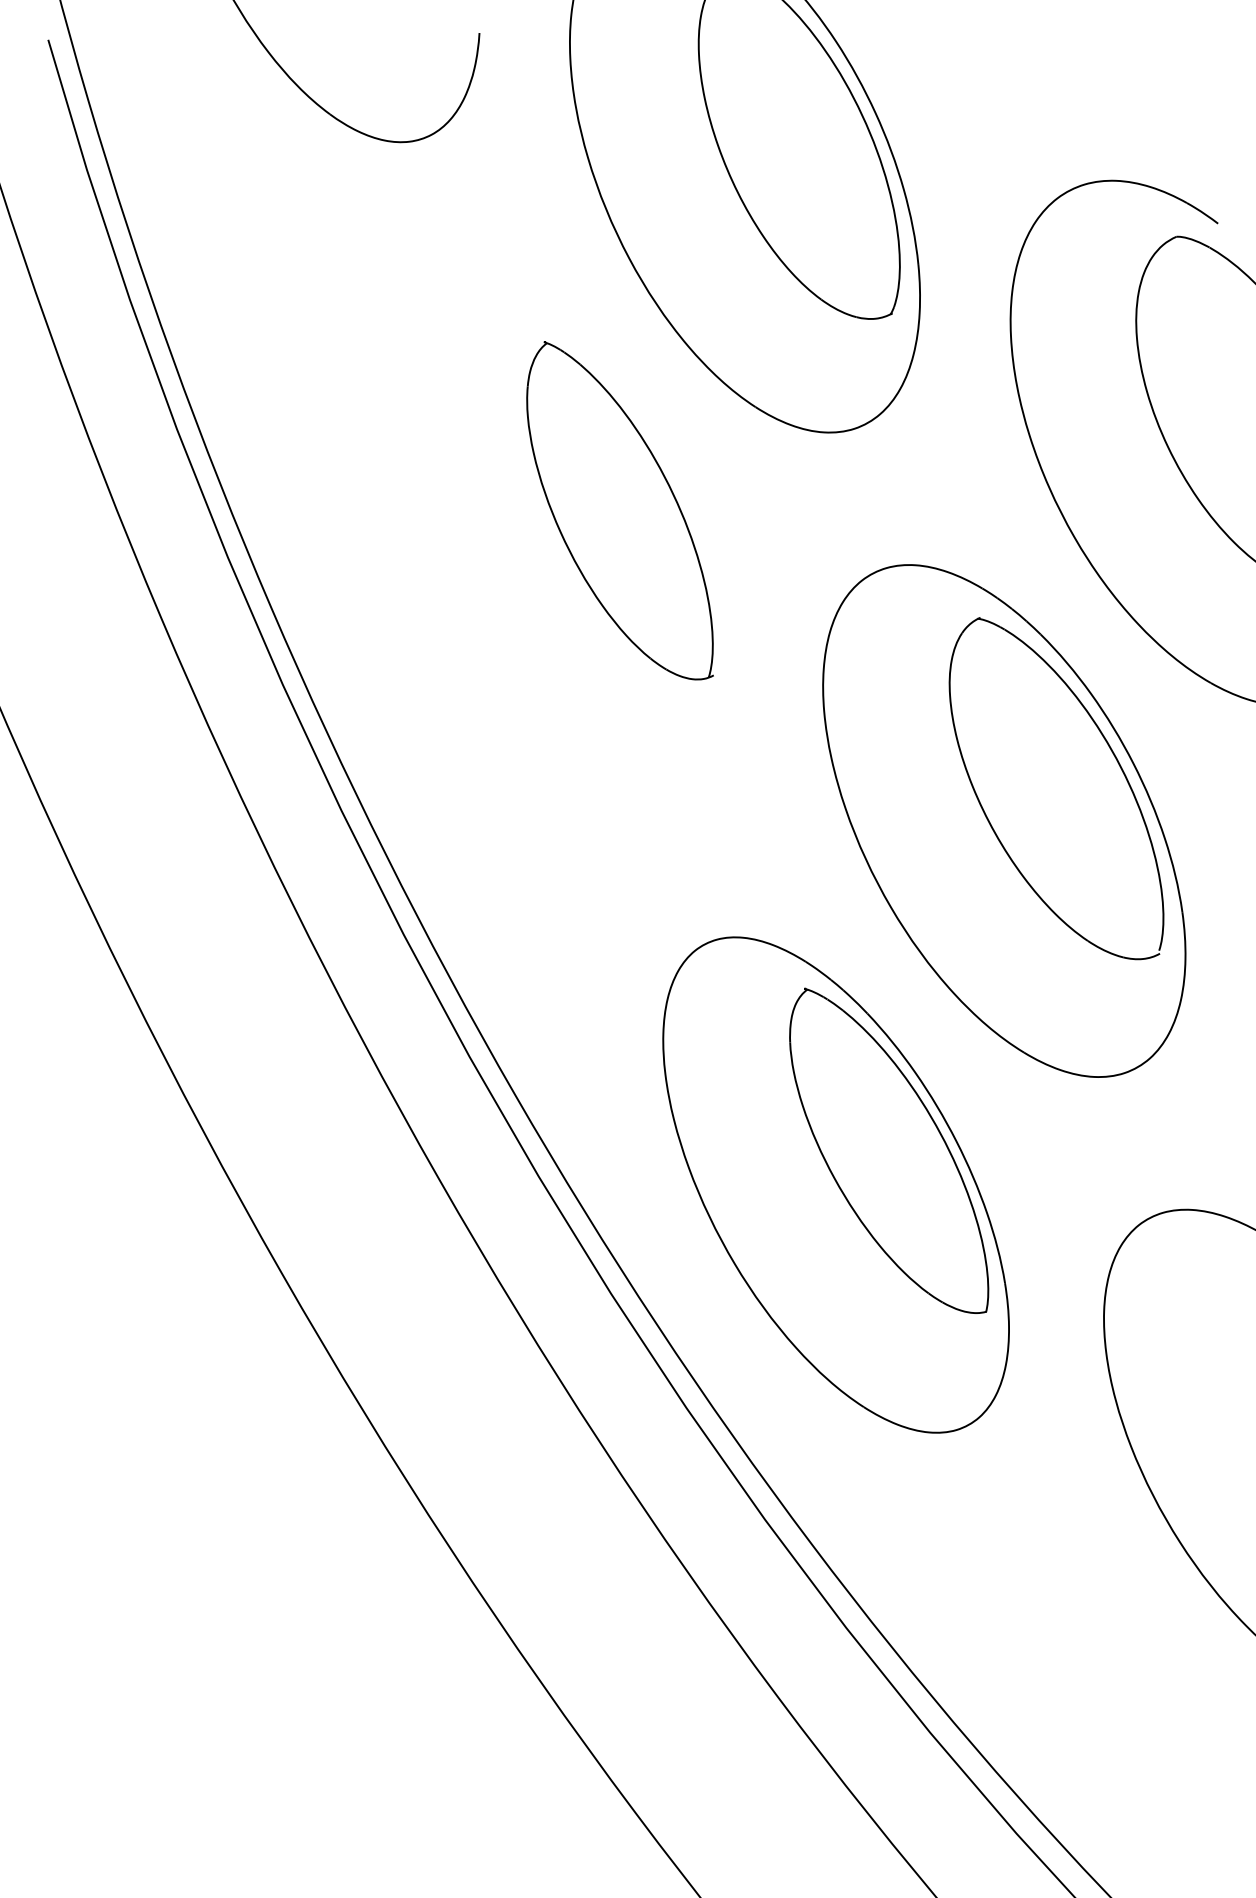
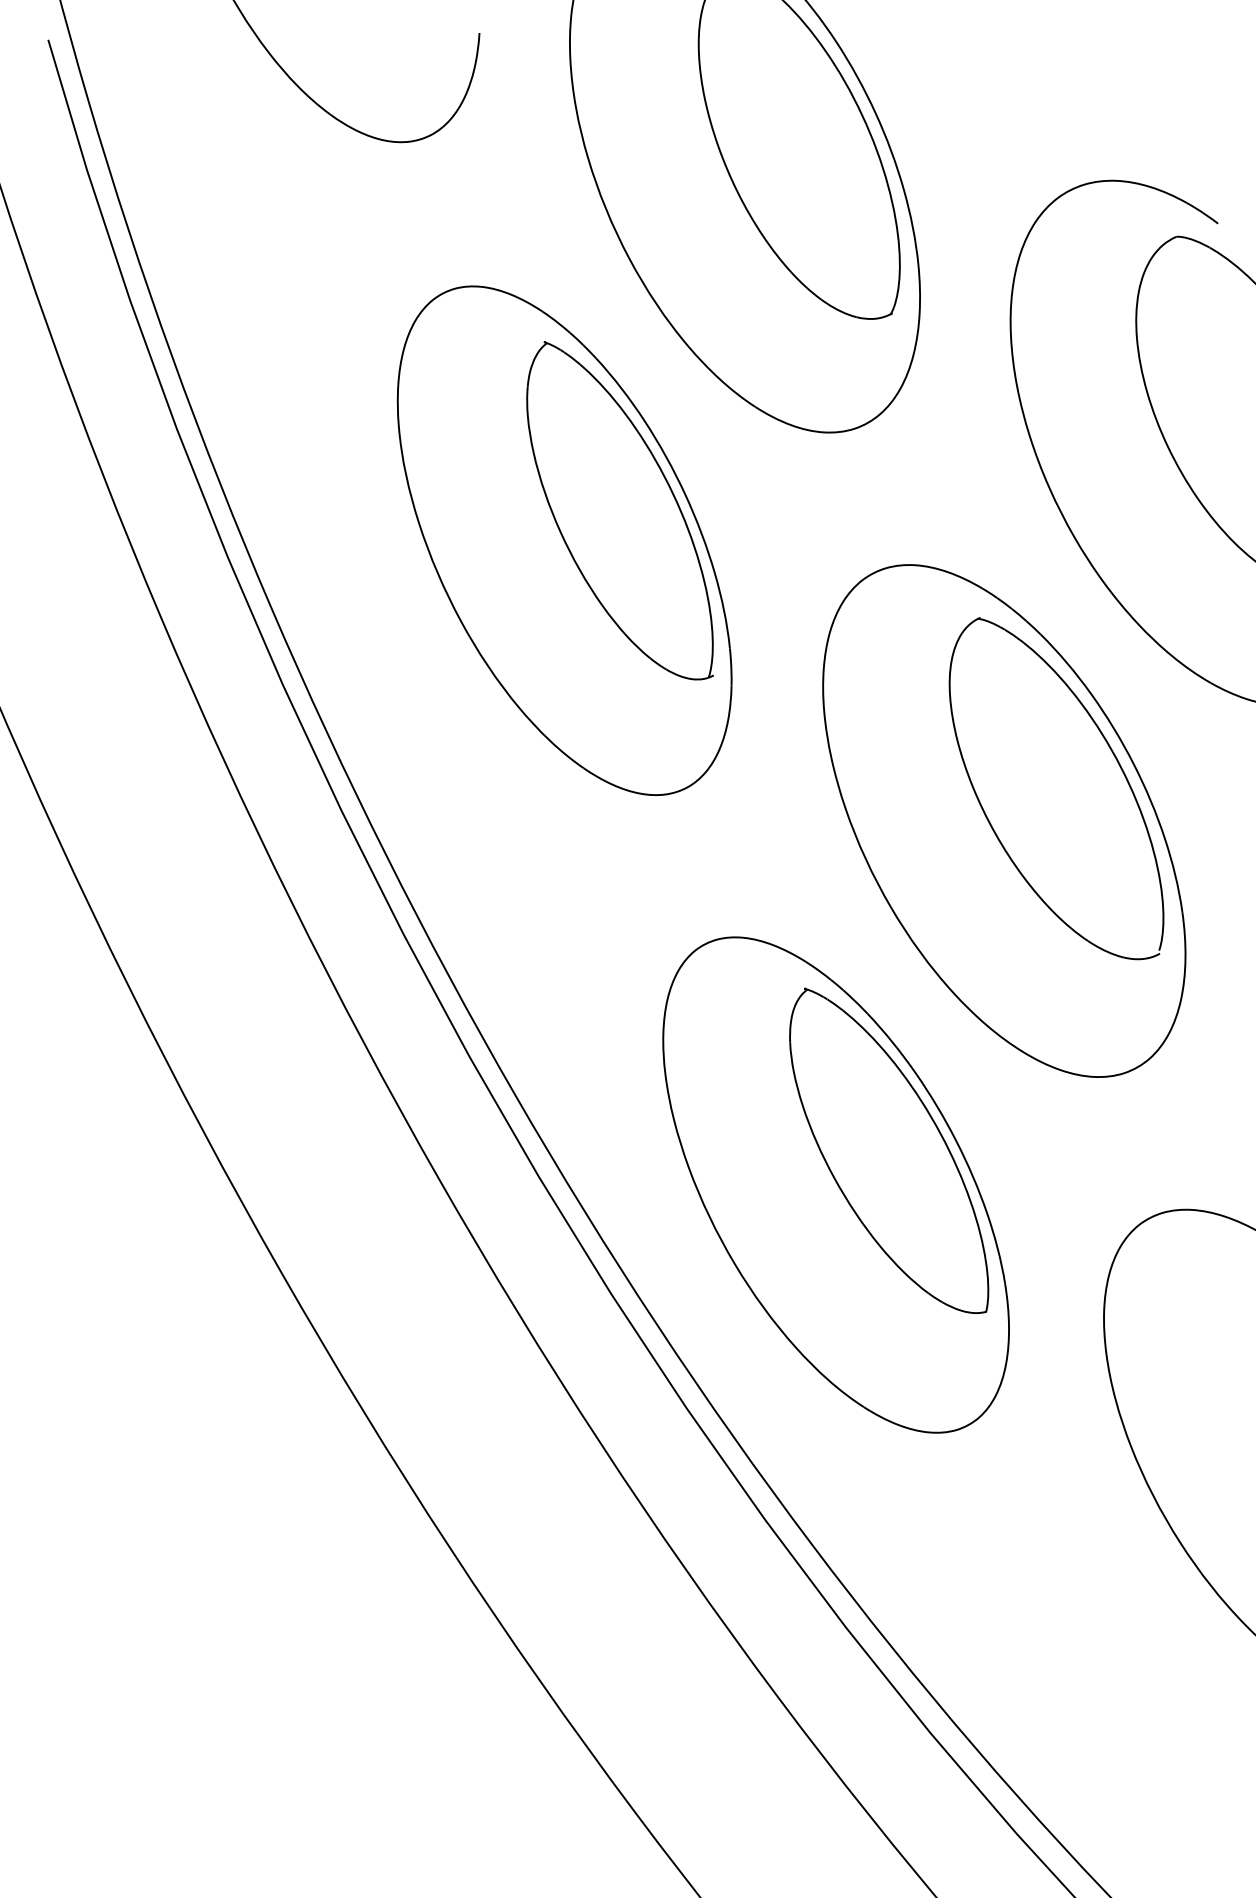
part at (564, 540): none -> present
